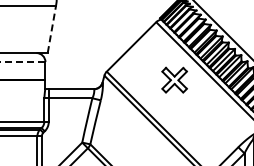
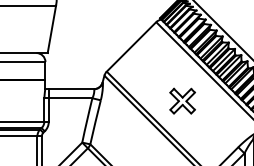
line at (51, 28): dashed -> solid
line at (22, 62): dashed -> solid
part at (174, 79) position: (174, 79) -> (182, 100)
